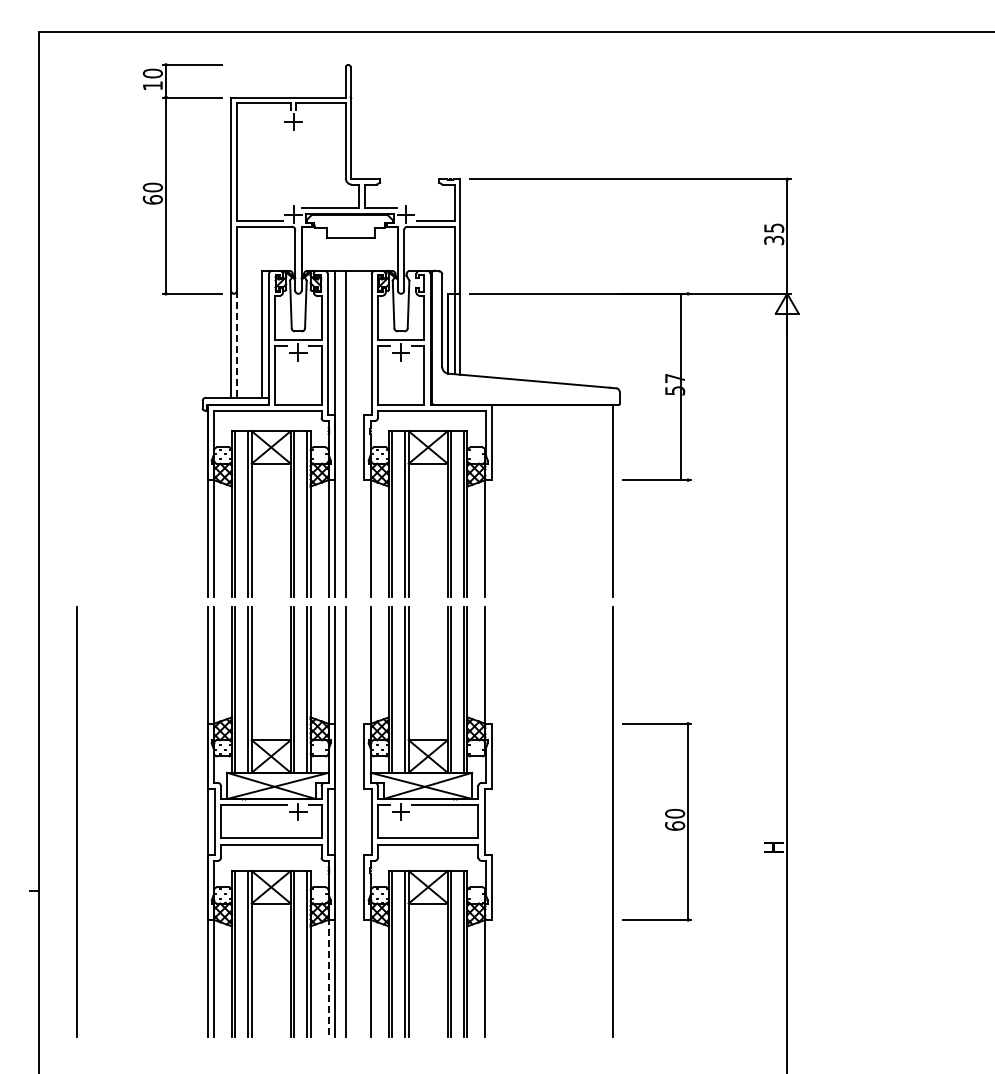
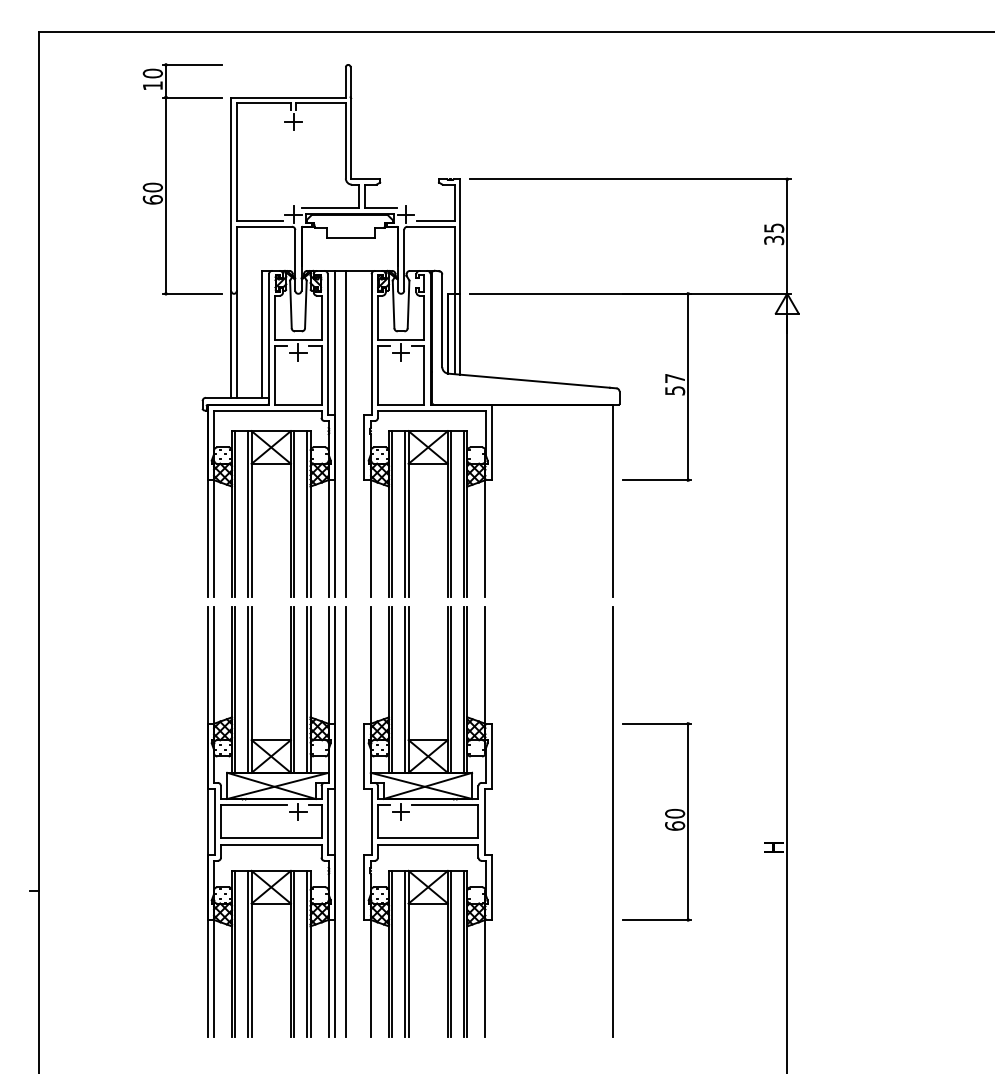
line at (236, 344): dashed -> solid
line at (681, 386) position: (681, 386) -> (688, 386)
line at (76, 821): present -> none
line at (328, 978): dashed -> solid
